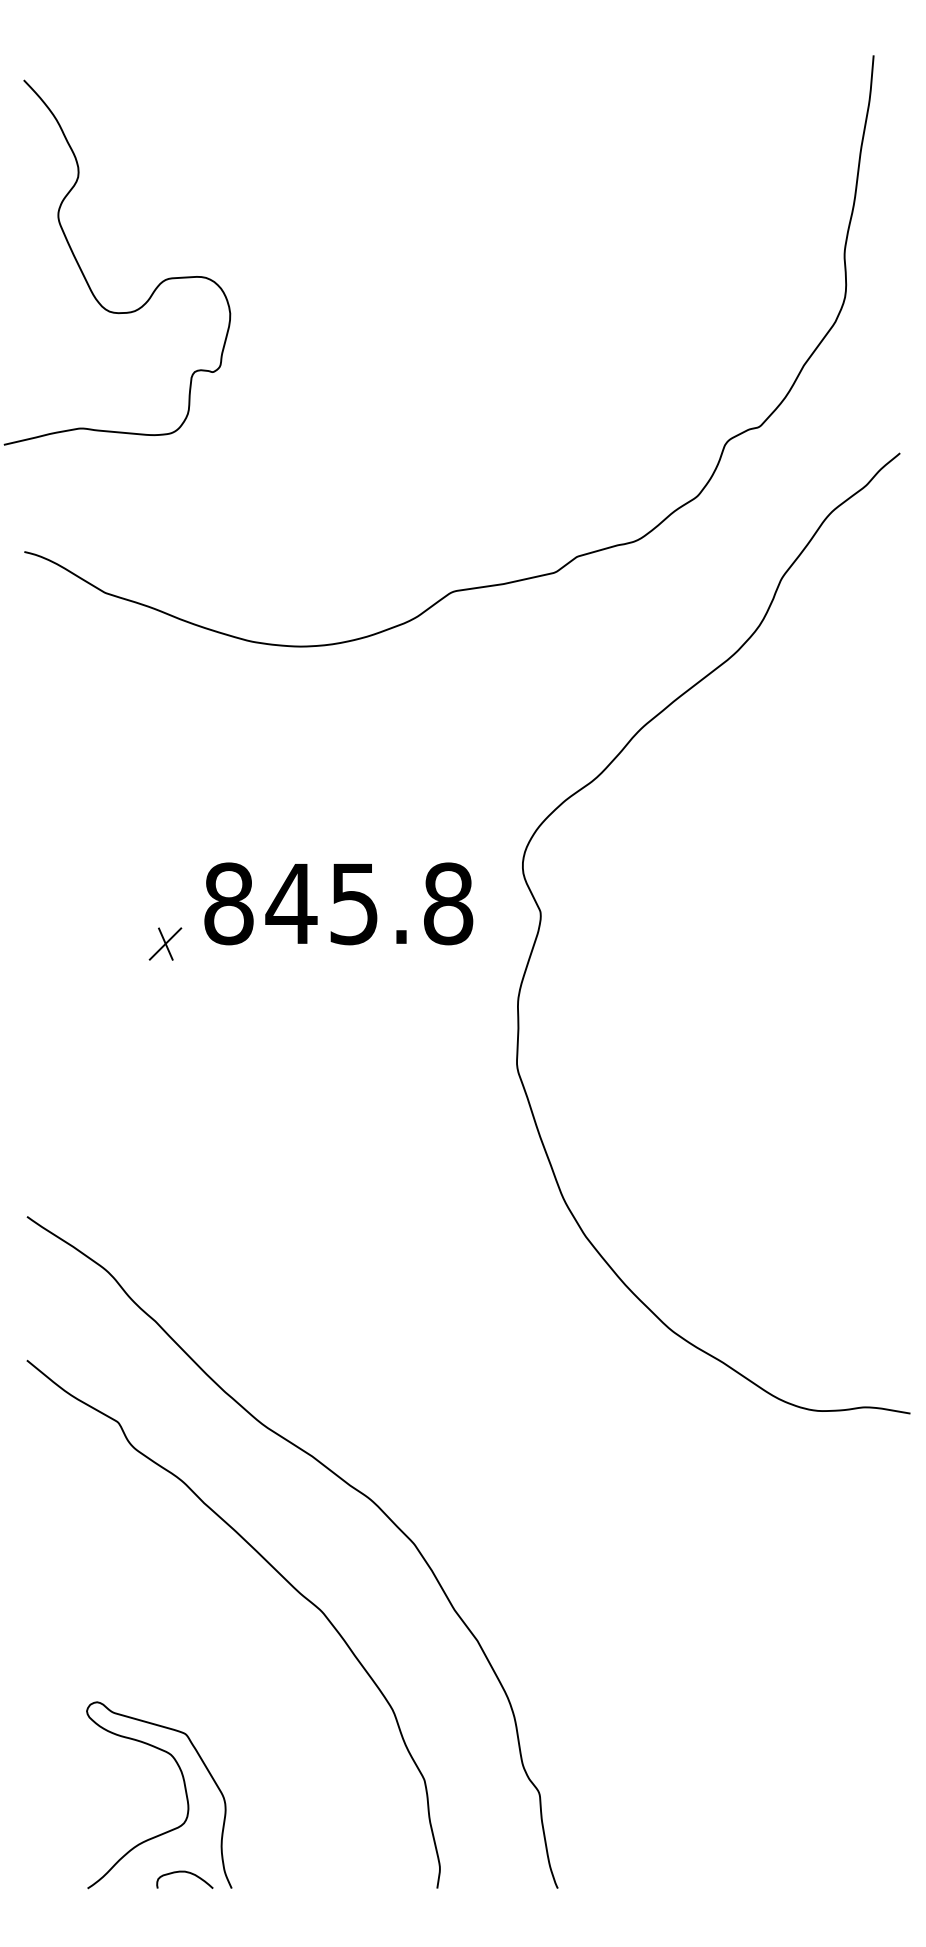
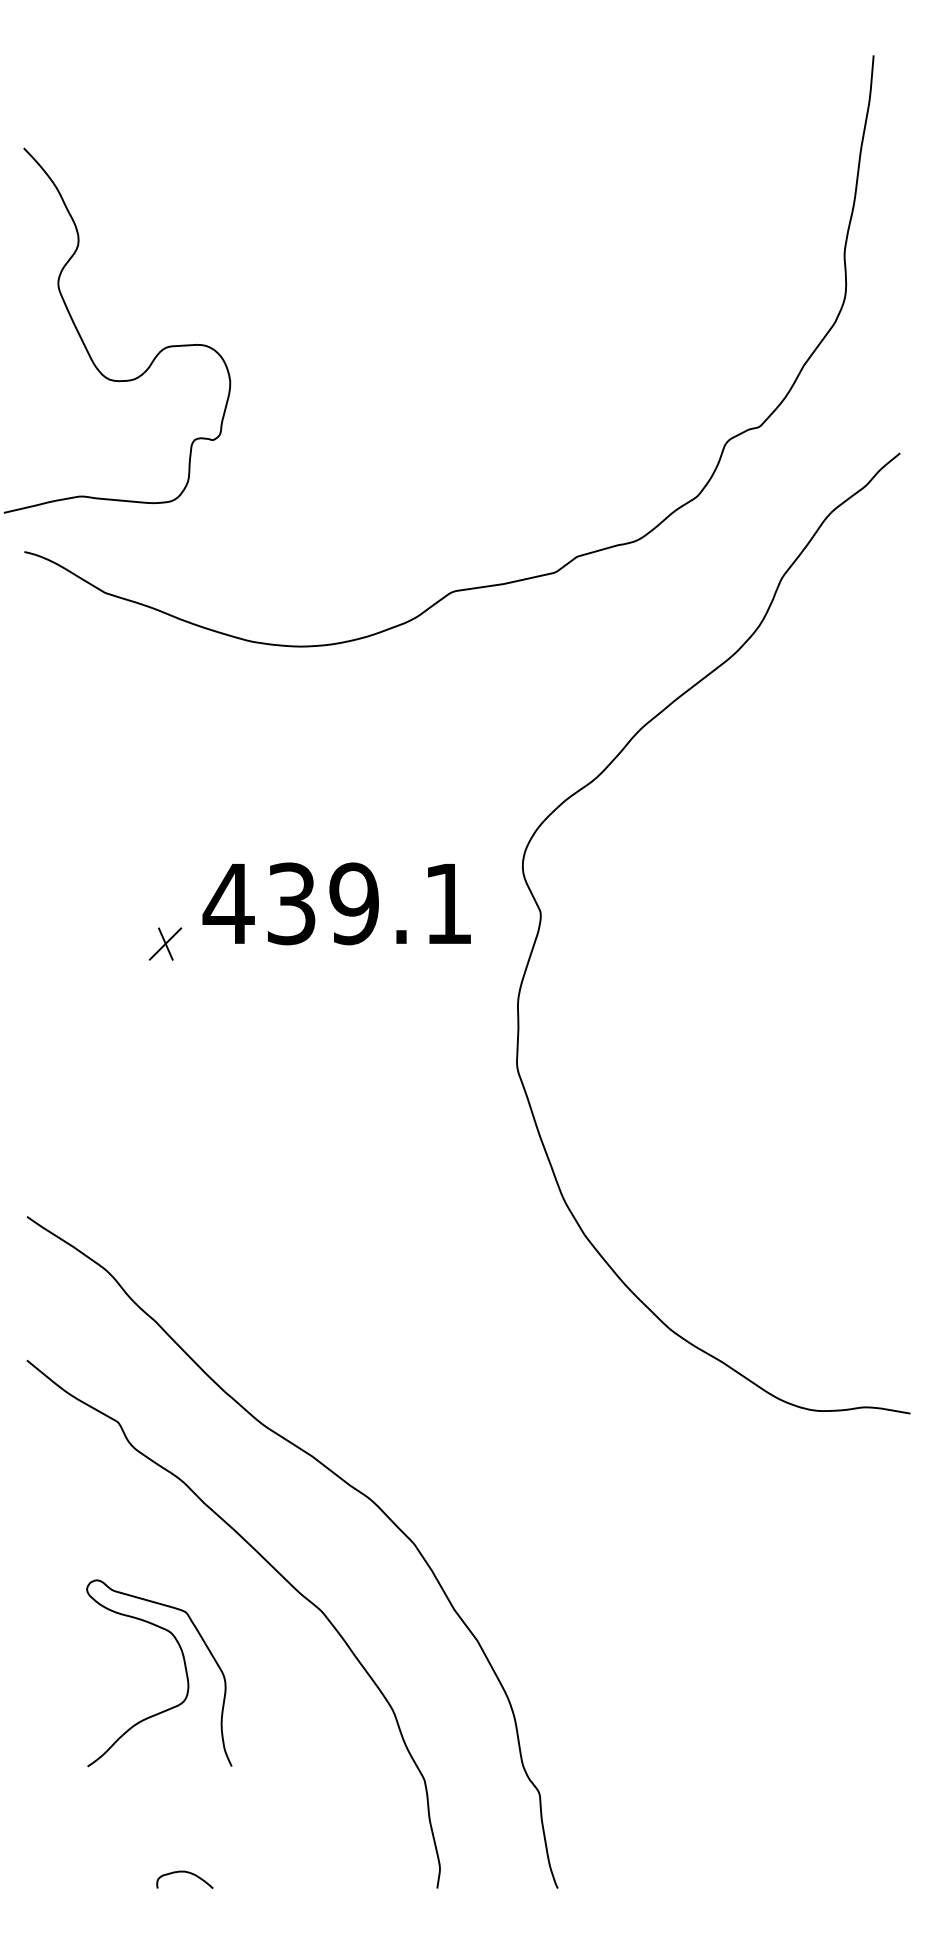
curve at (86, 278) position: (86, 278) -> (86, 346)
text at (337, 903): 845.8 -> 439.1
curve at (184, 1789) position: (184, 1789) -> (184, 1667)
